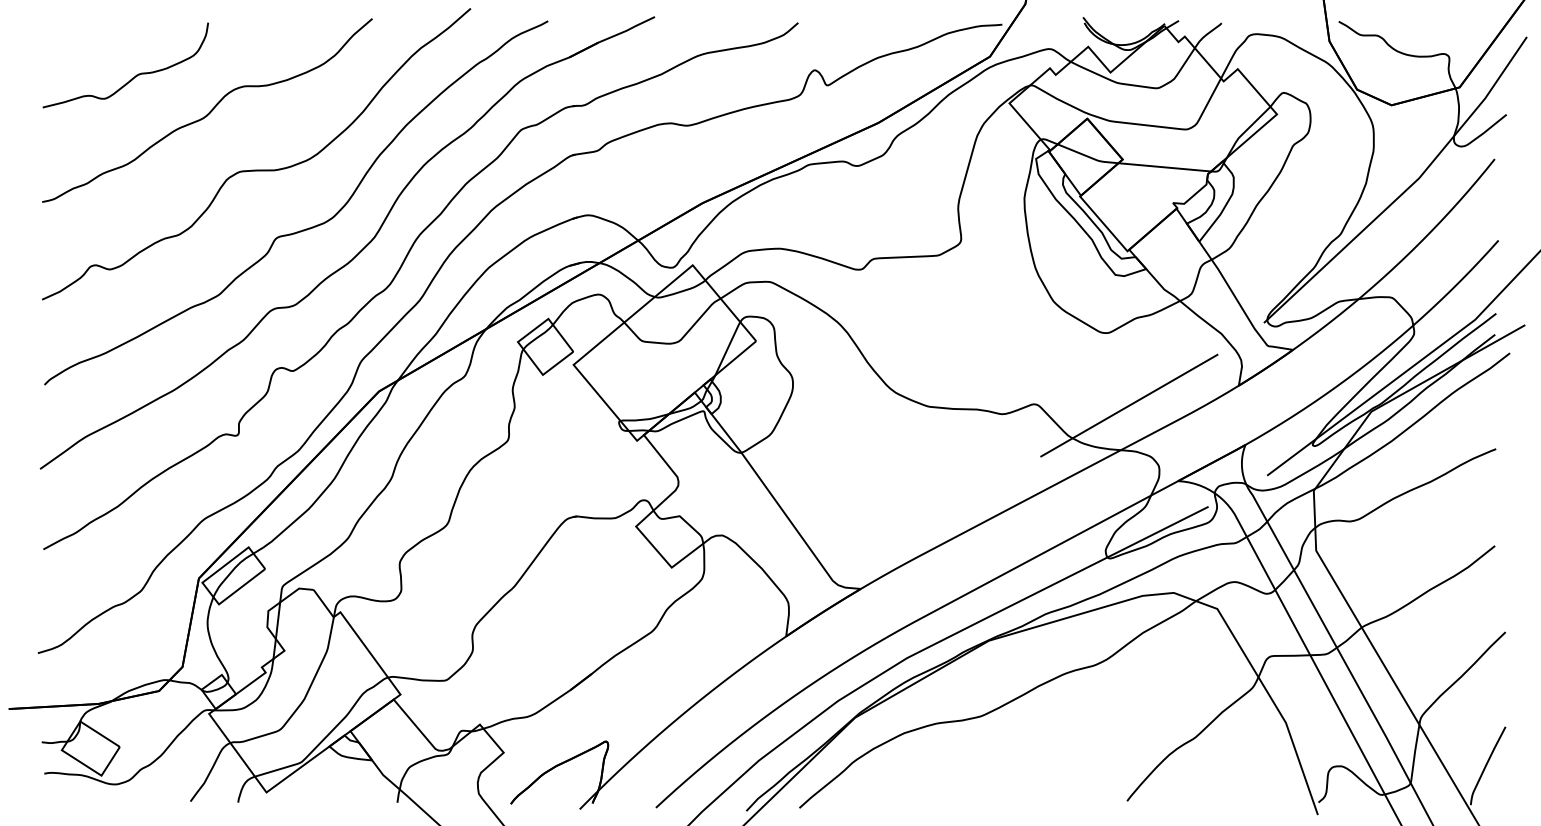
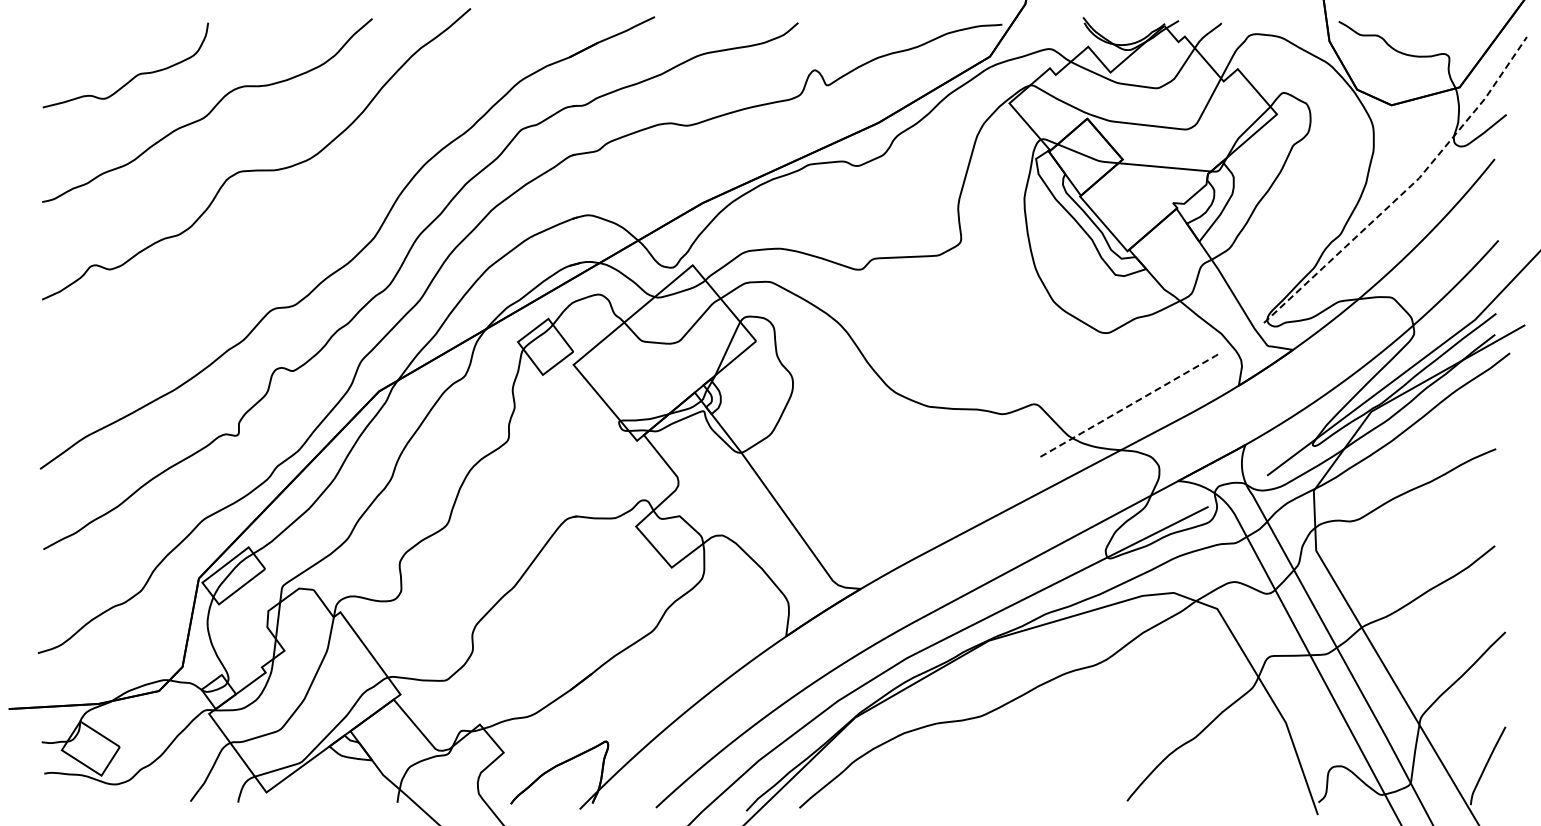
line at (1407, 189): solid -> dashed
curve at (305, 228): present -> none
line at (1130, 405): solid -> dashed
